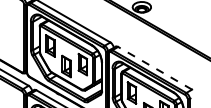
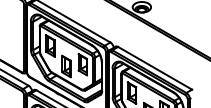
line at (155, 68): dashed -> solid
